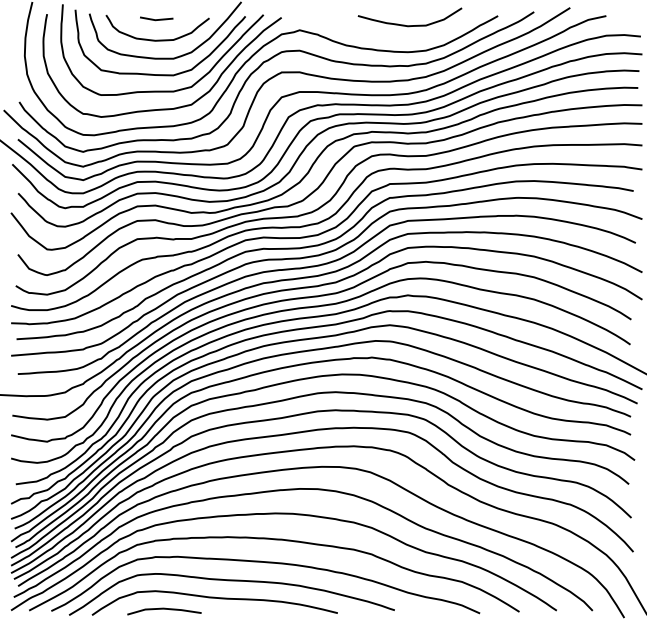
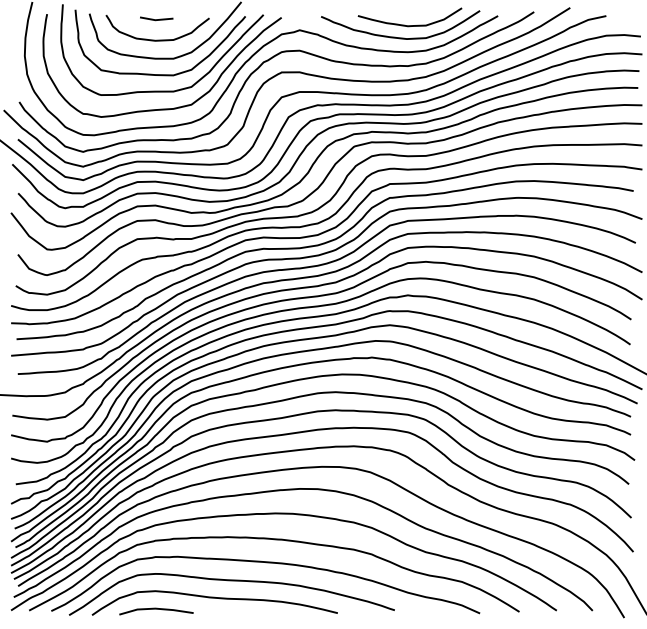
curve at (395, 36): none -> present
line at (164, 609) position: (164, 609) -> (156, 609)
